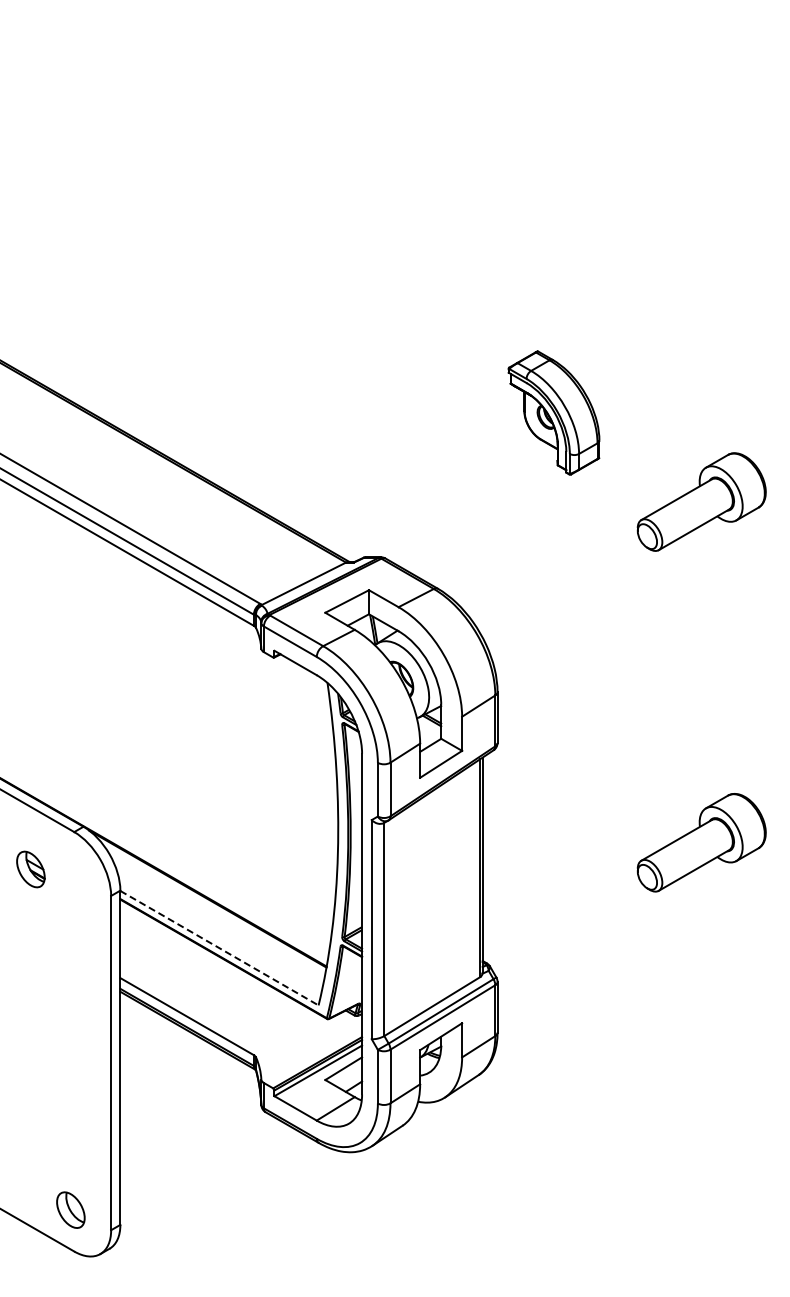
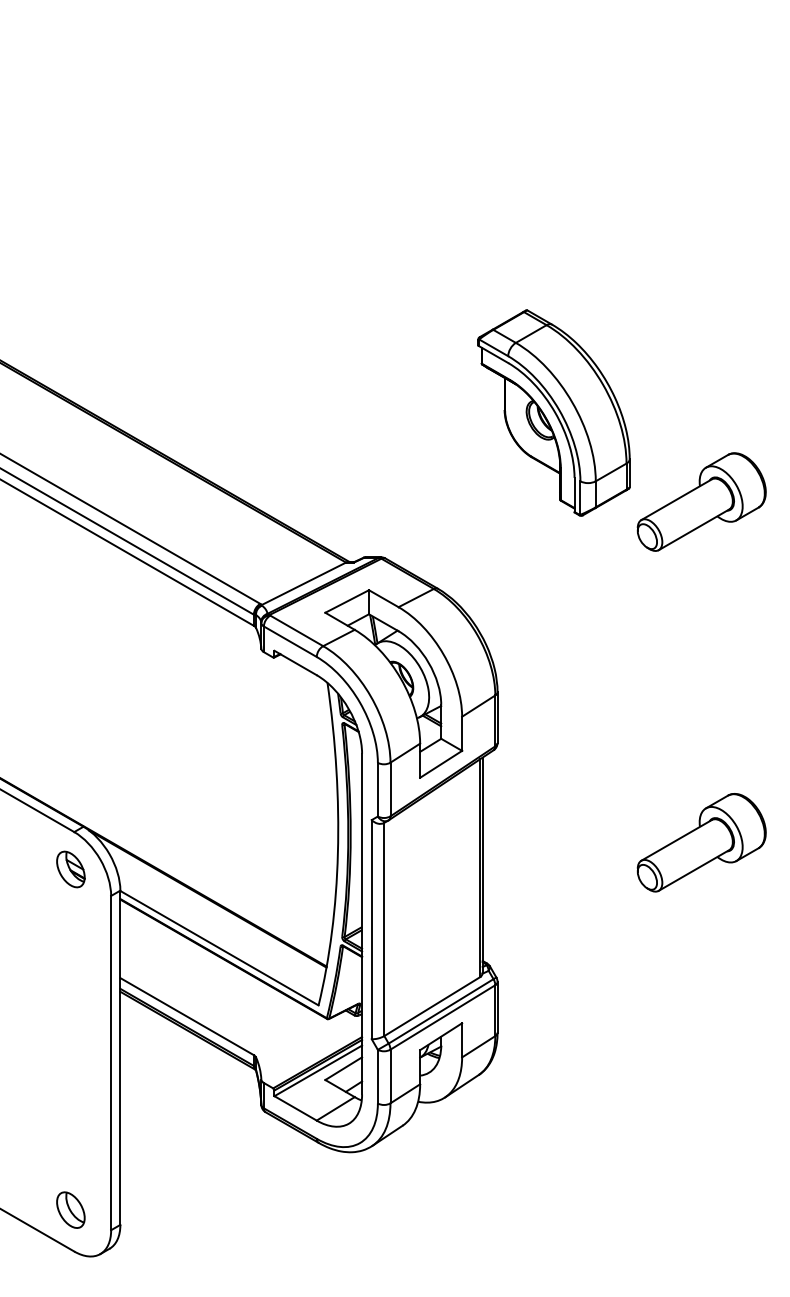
part at (553, 412) size: 94x126 px -> 154x208 px
part at (30, 869) position: (30, 869) -> (70, 869)
line at (219, 948): dashed -> solid
